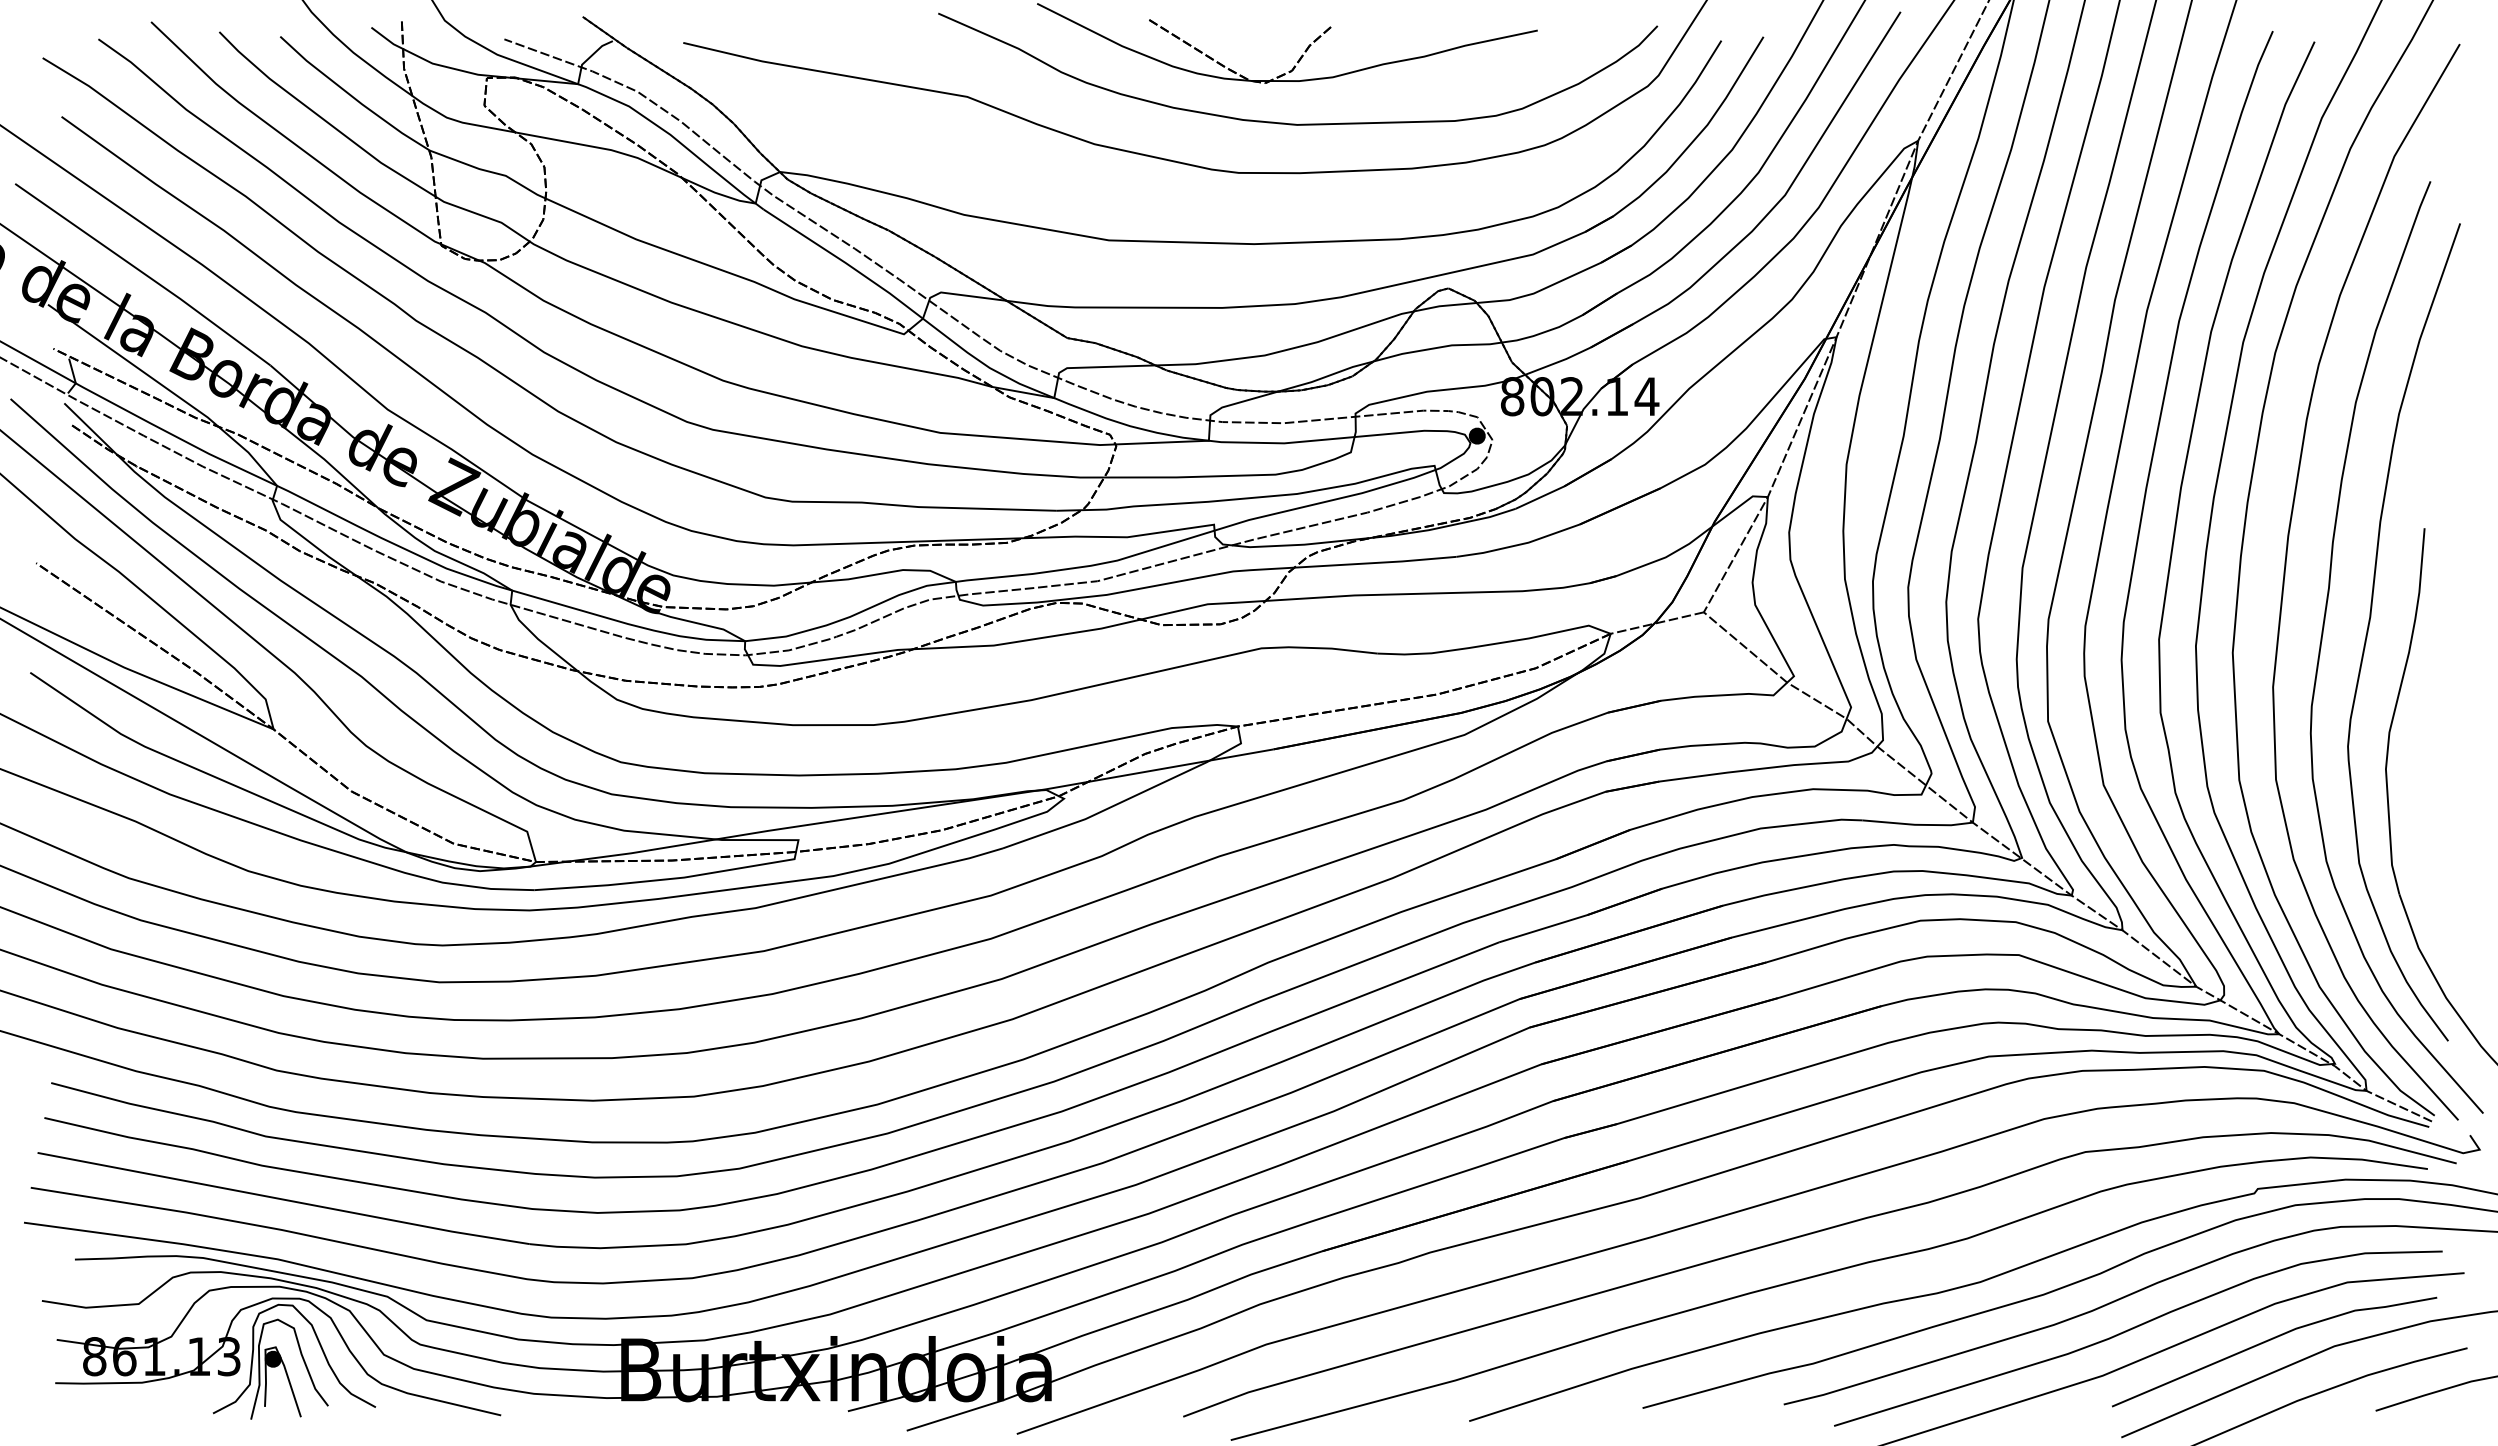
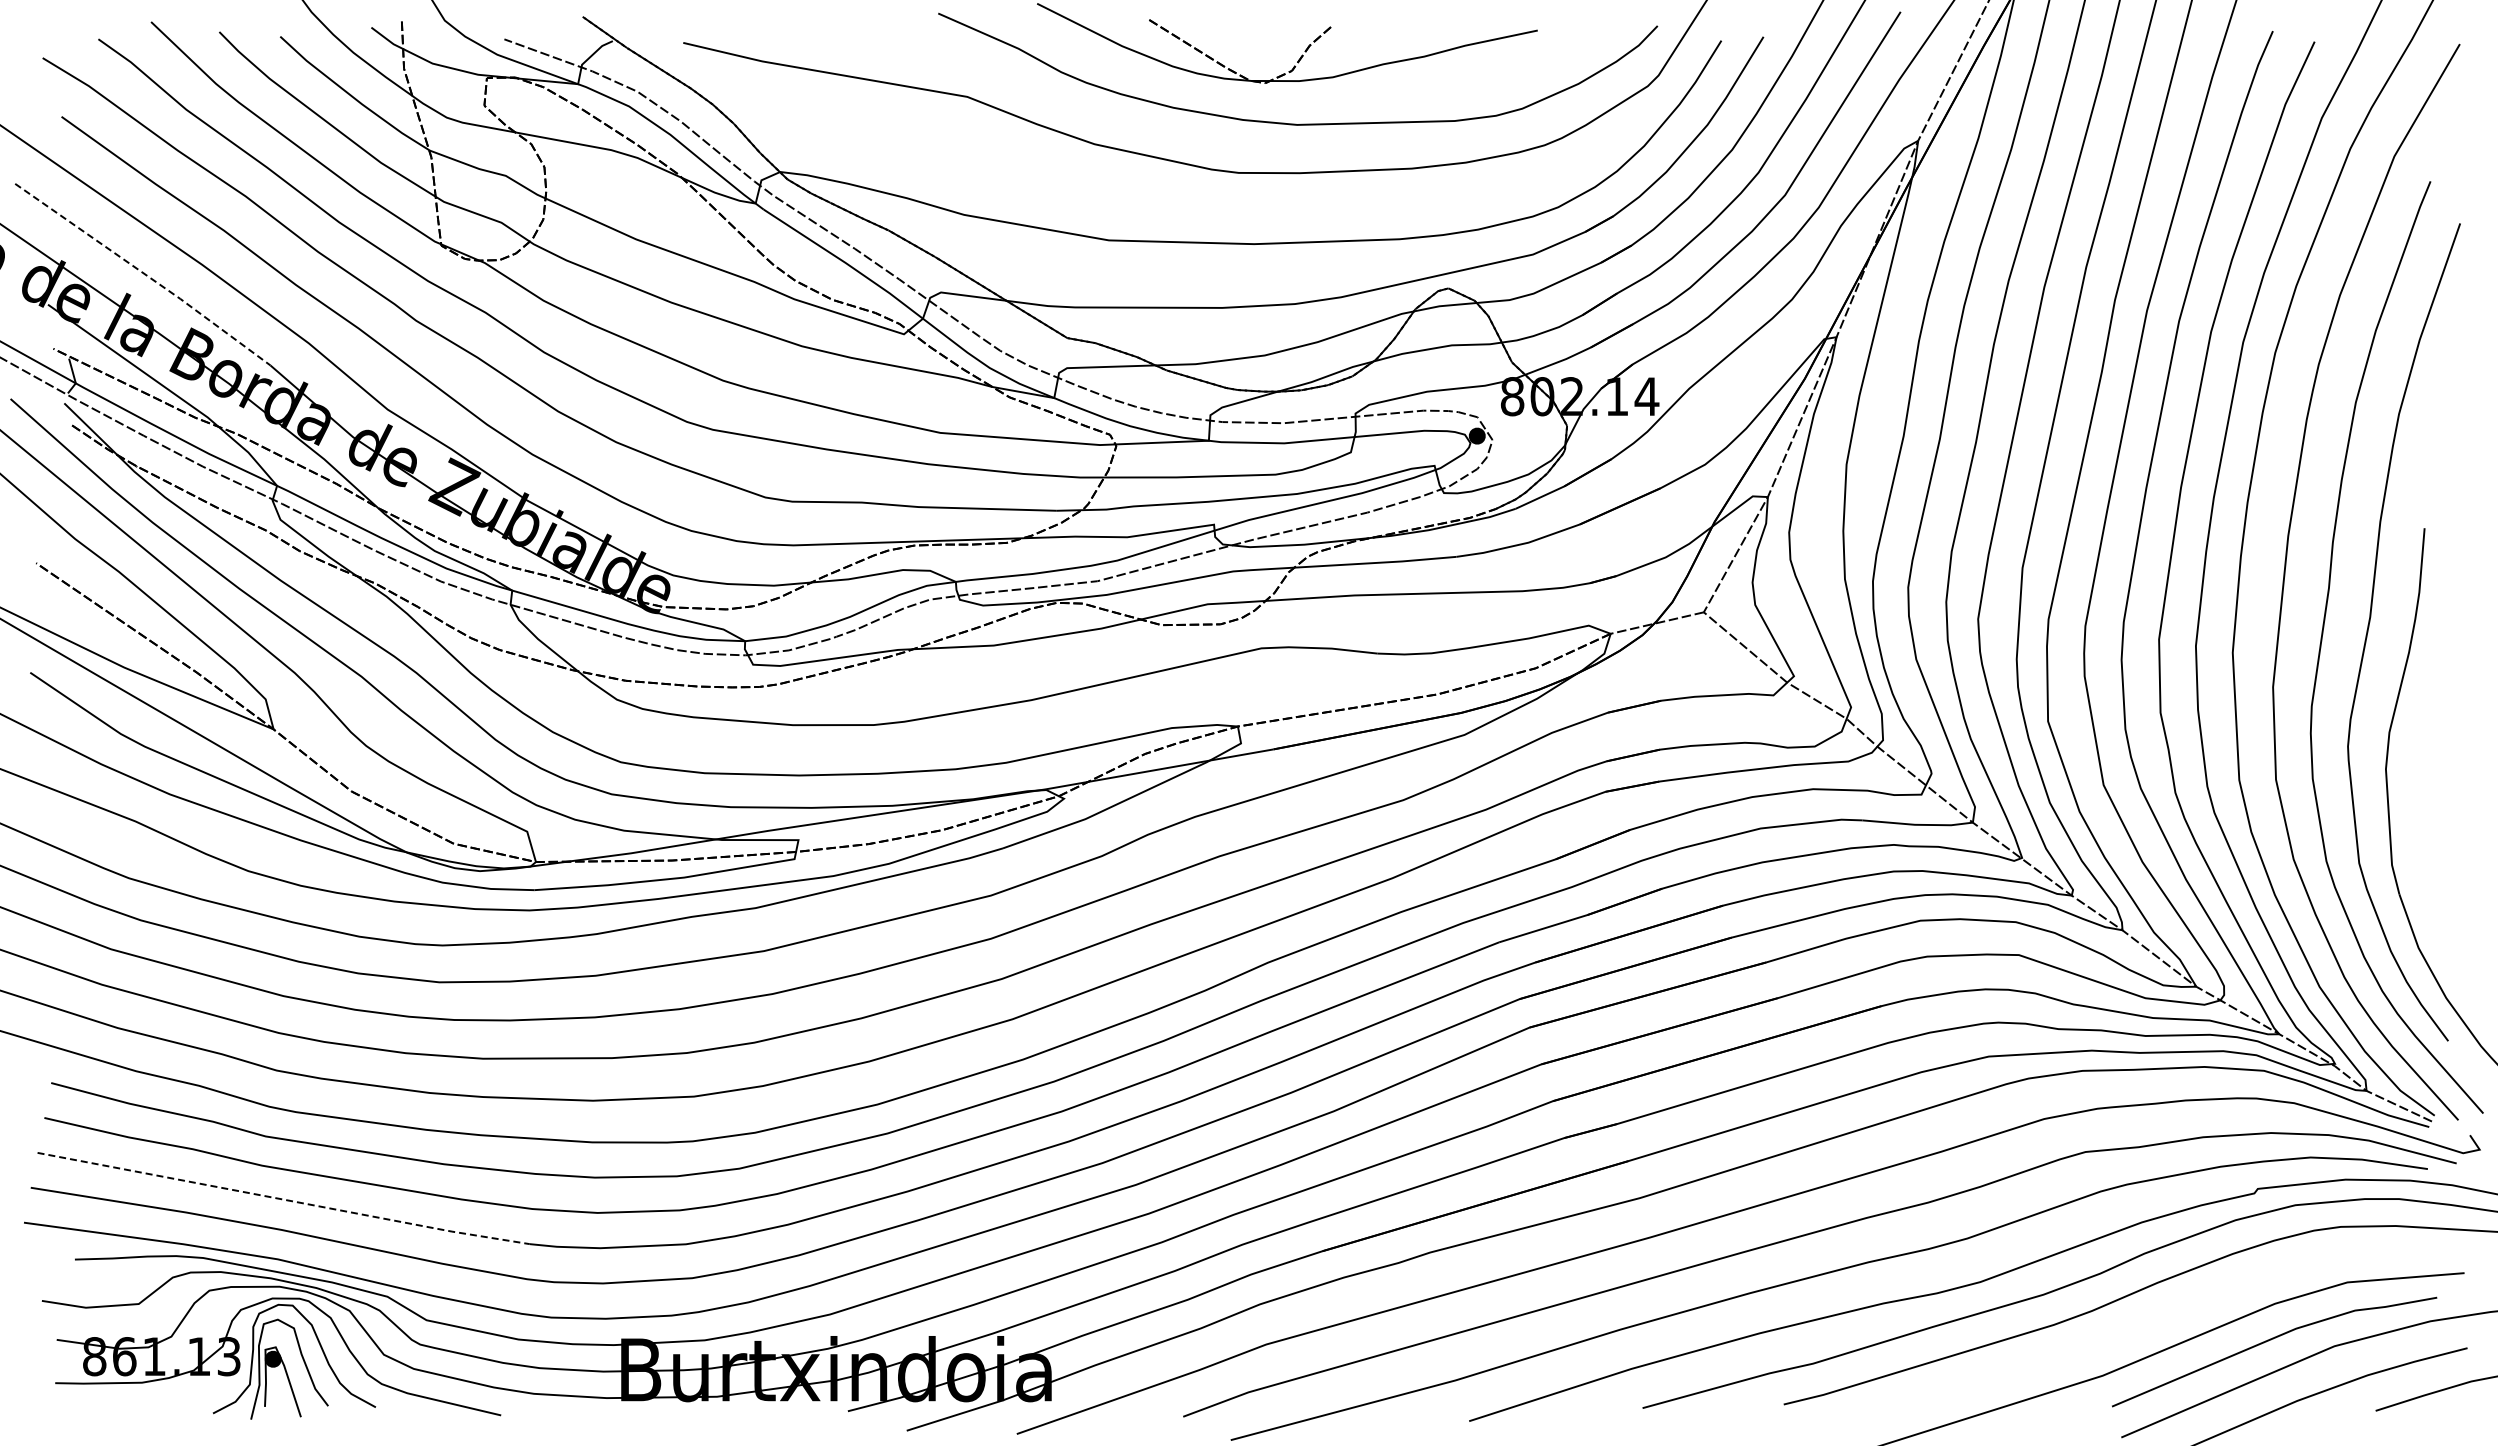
line at (144, 273): solid -> dashed
line at (284, 1199): solid -> dashed
curve at (2133, 1329): present -> none
